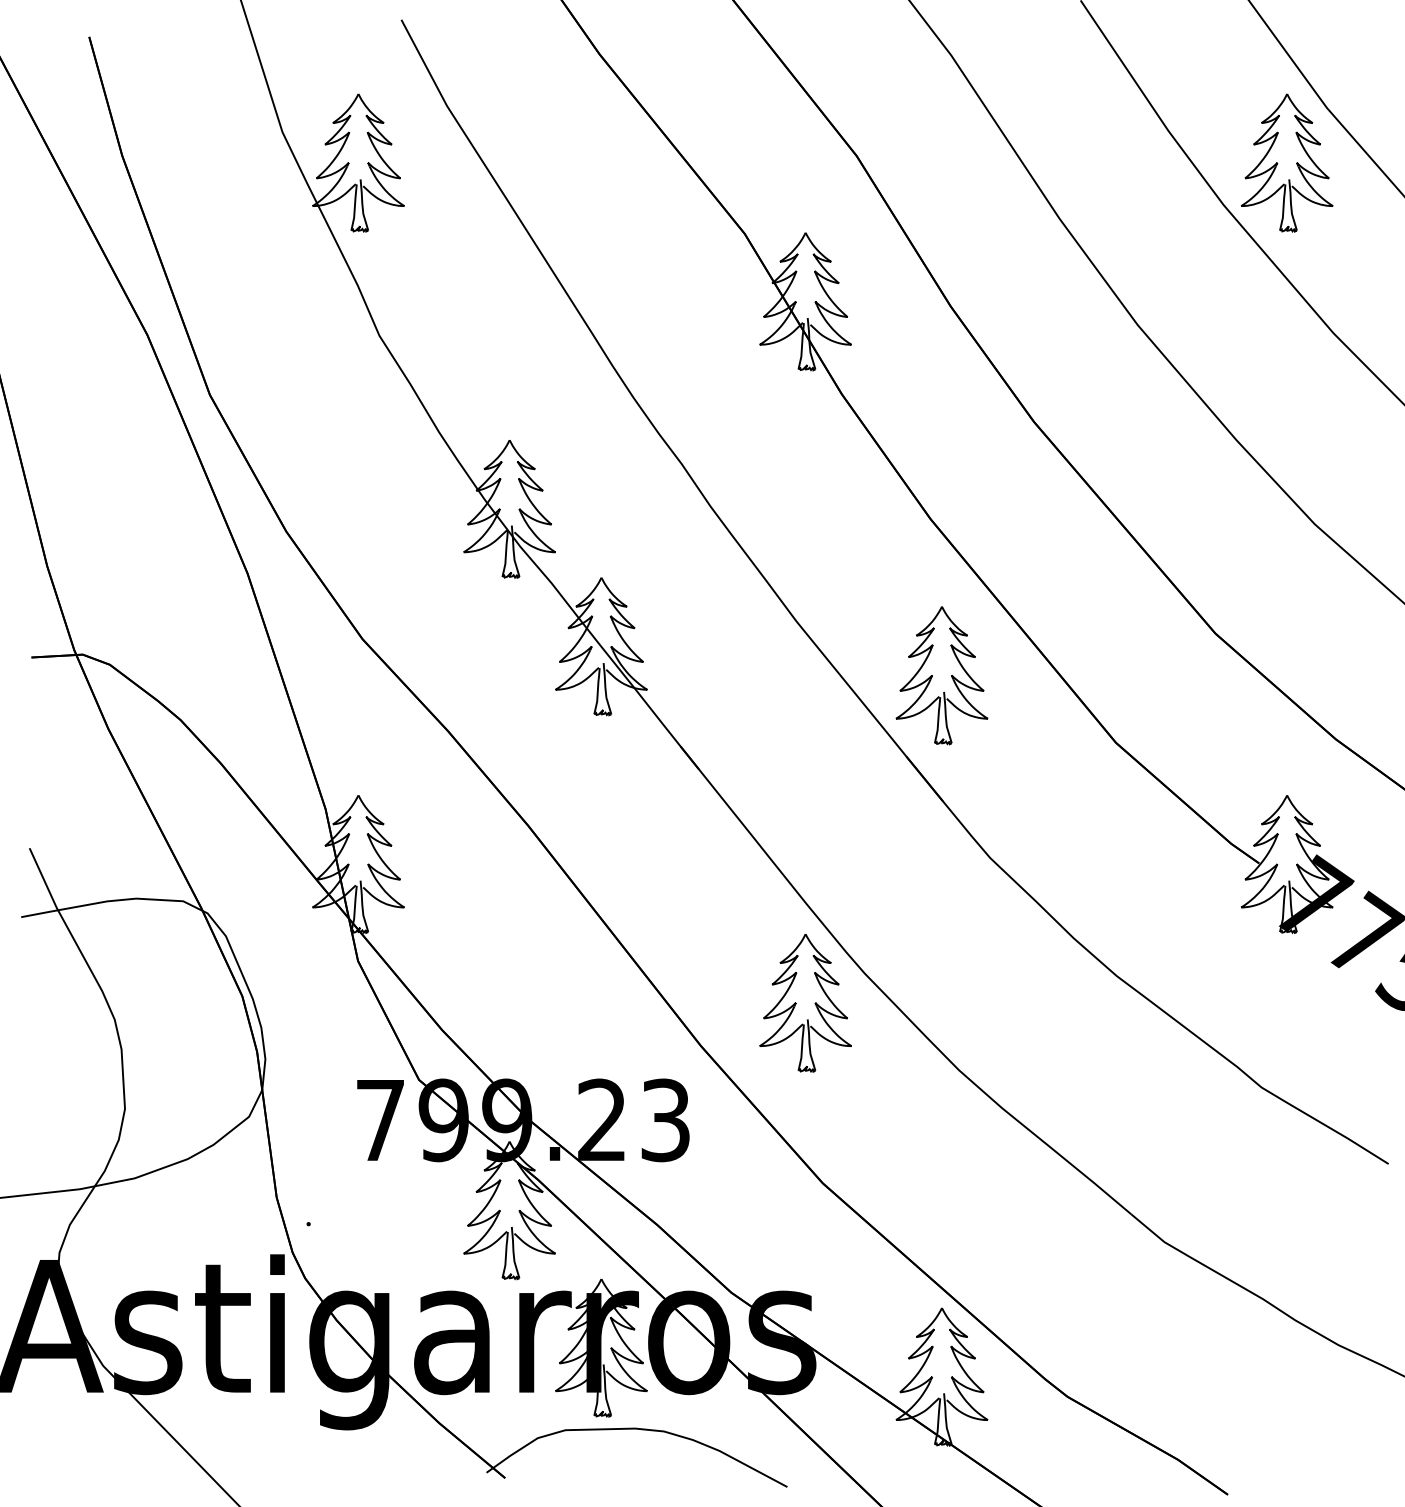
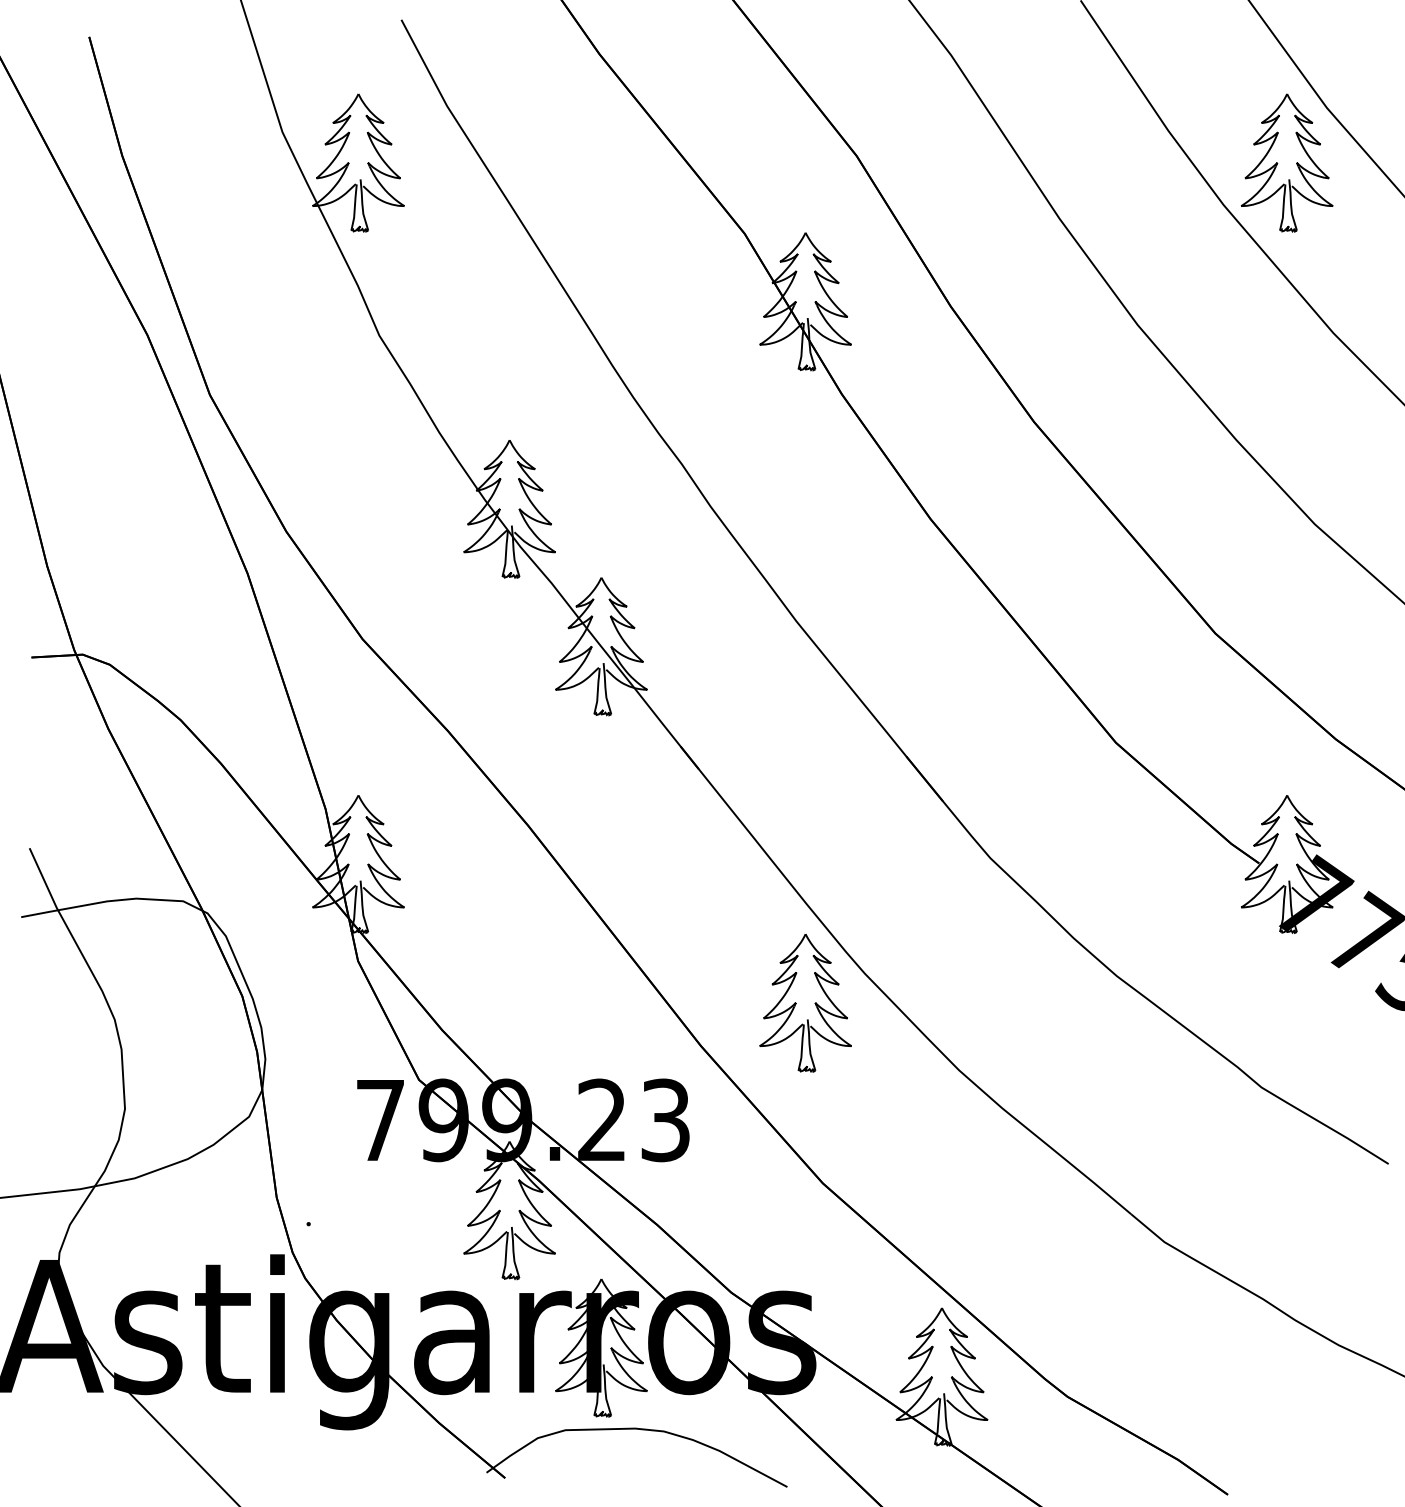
part at (941, 675): present -> none
